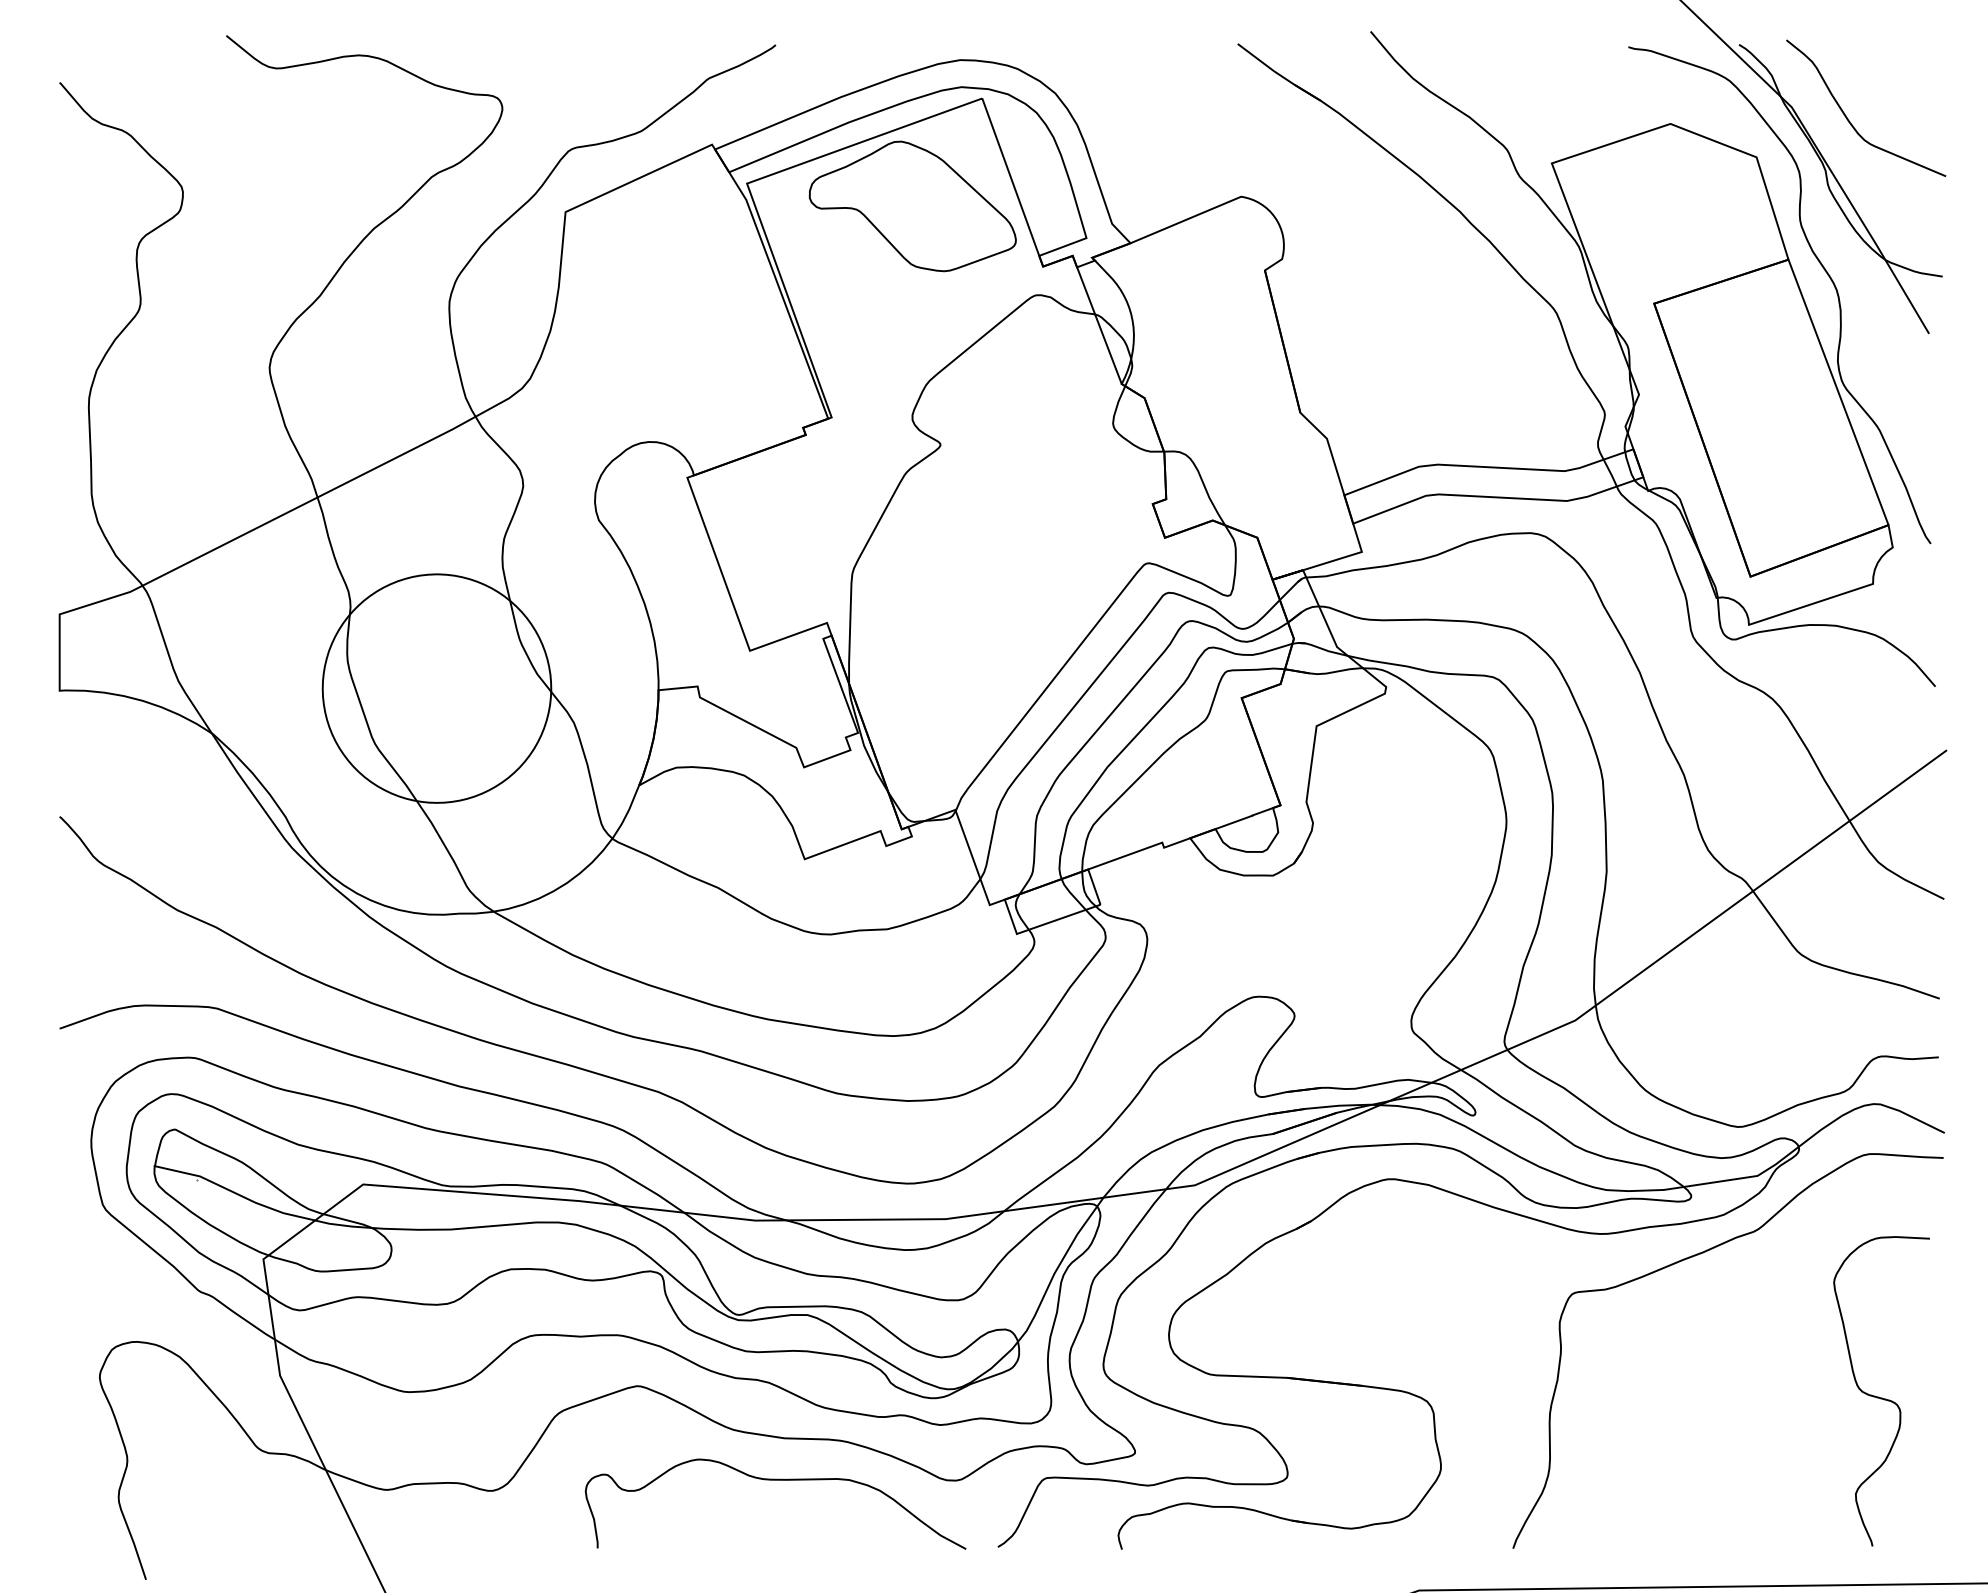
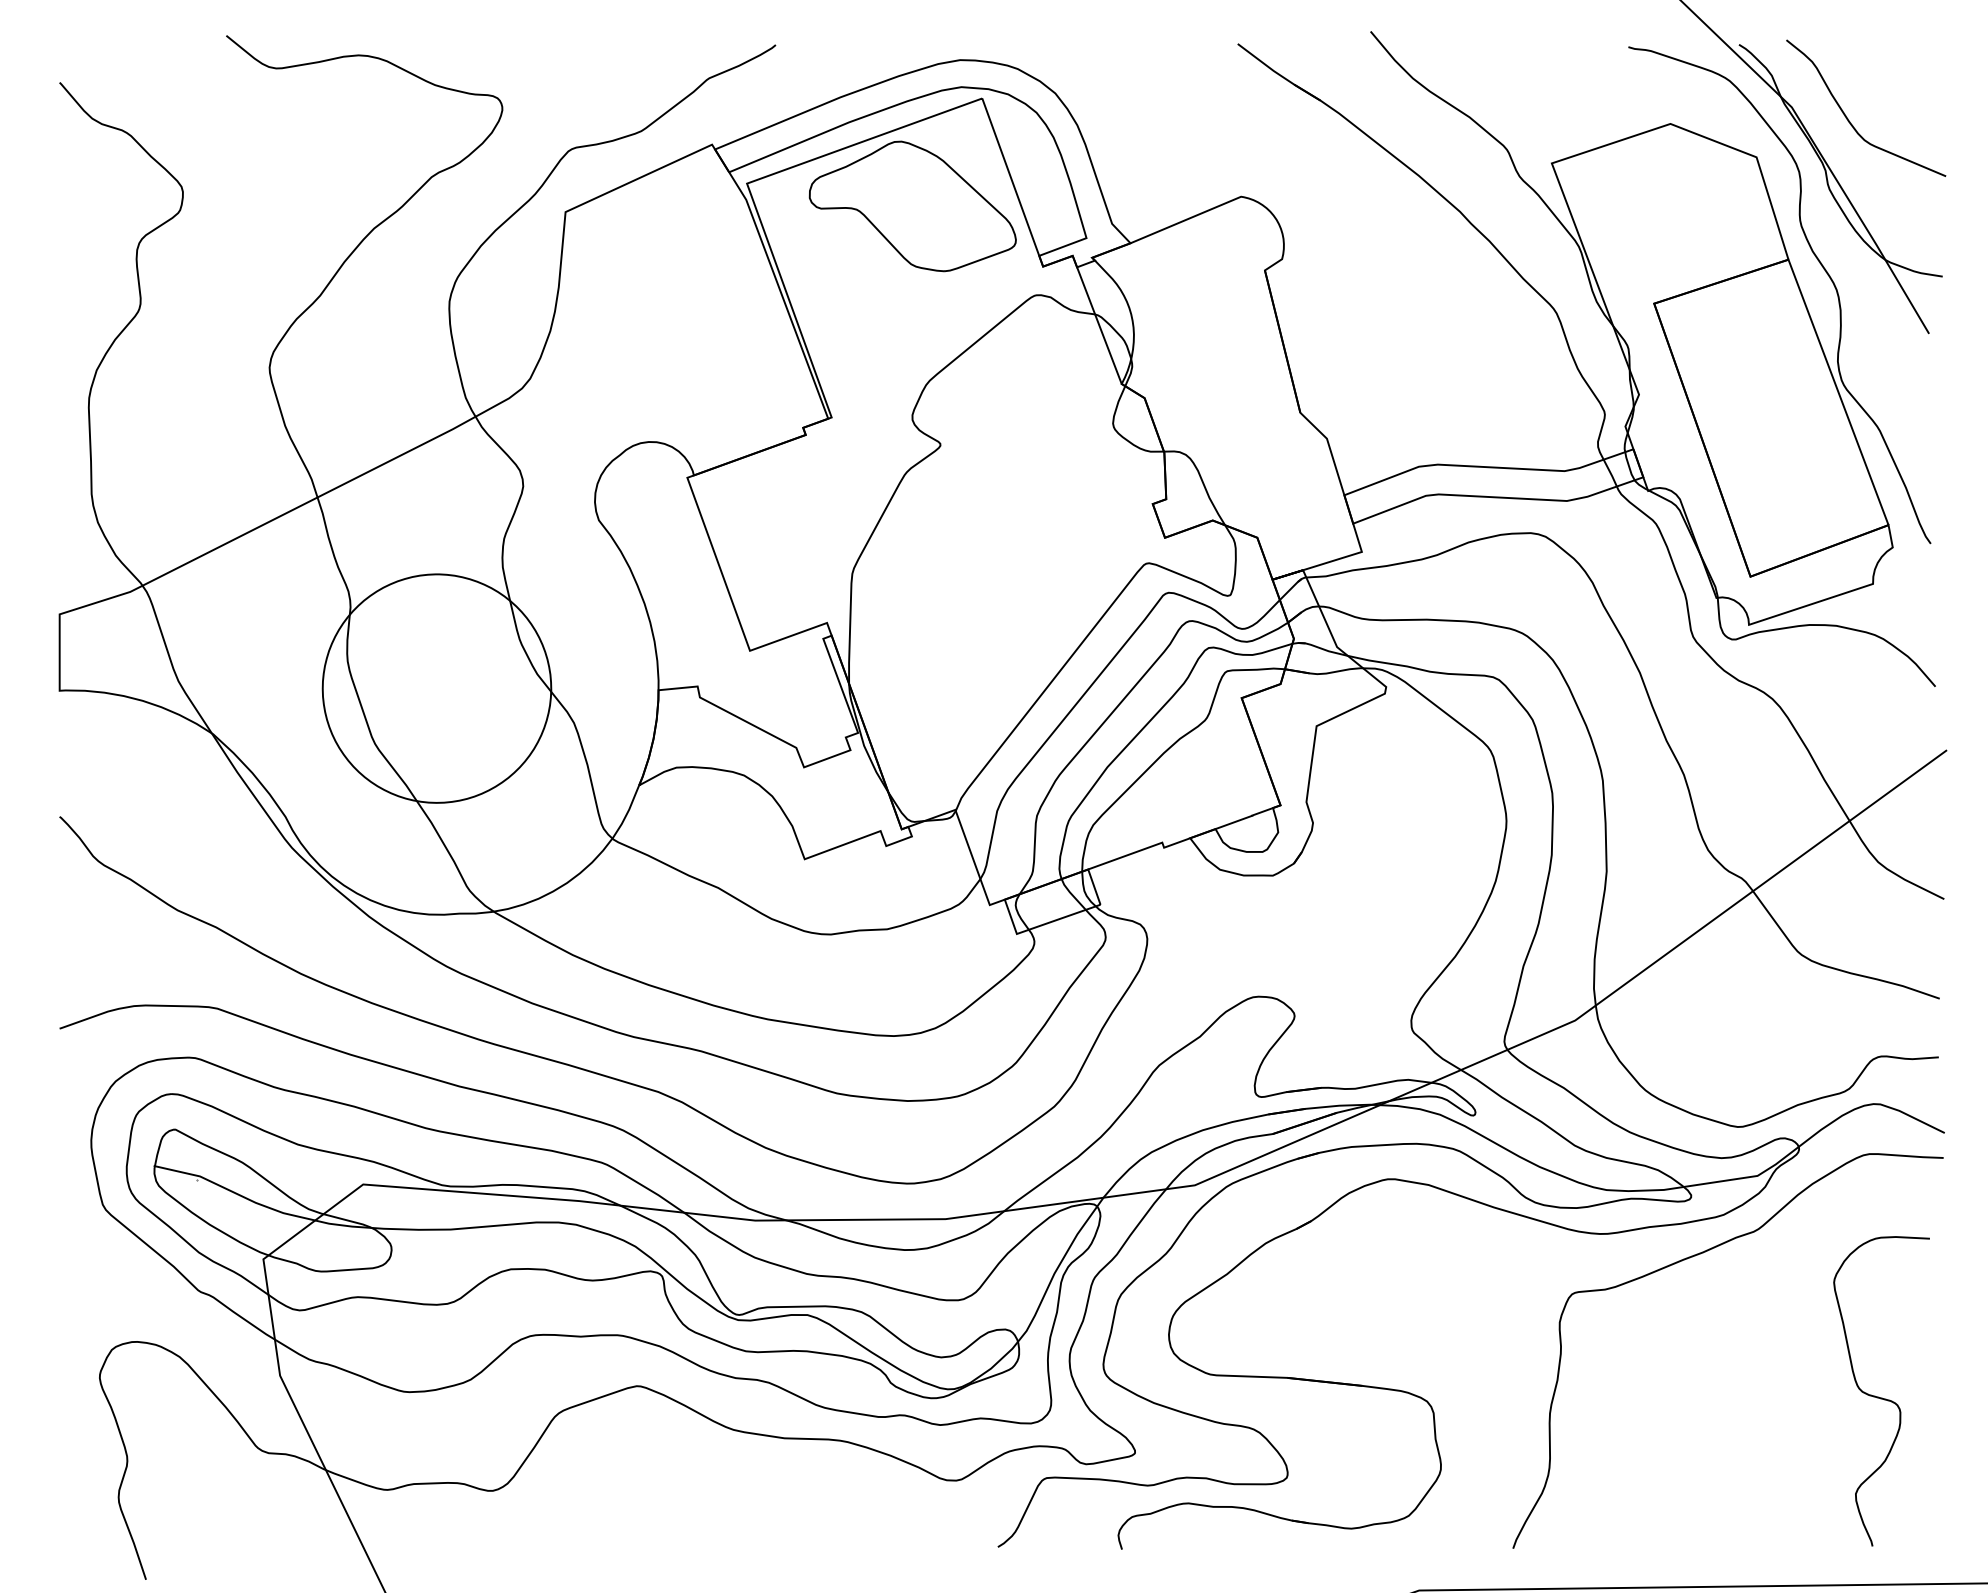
curve at (775, 1480): present -> none
